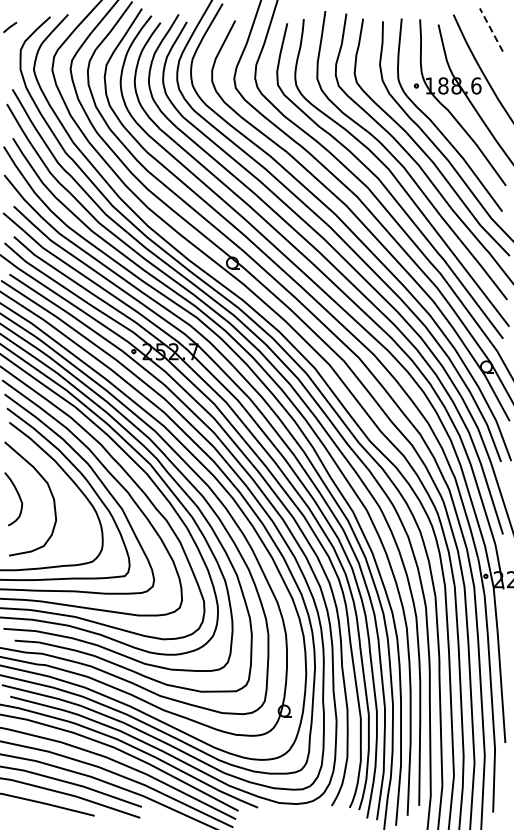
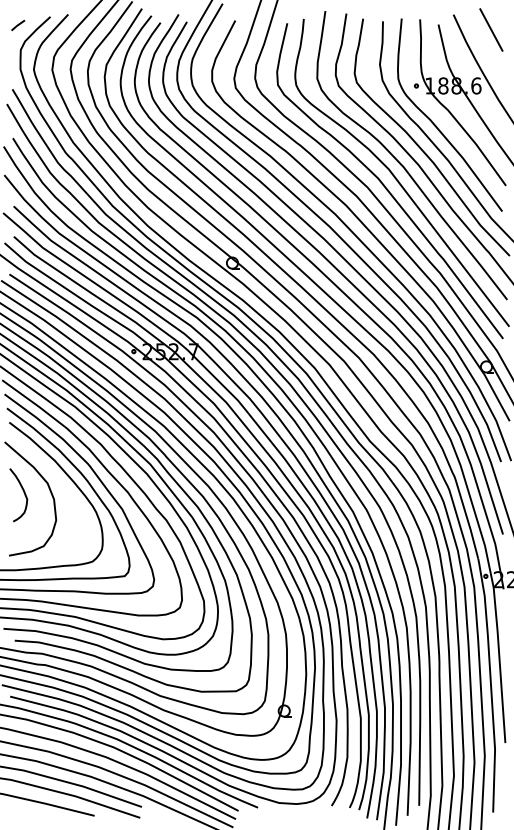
line at (10, 27) position: (10, 27) -> (18, 25)
line at (491, 29): dashed -> solid
curve at (18, 496) position: (18, 496) -> (23, 492)
